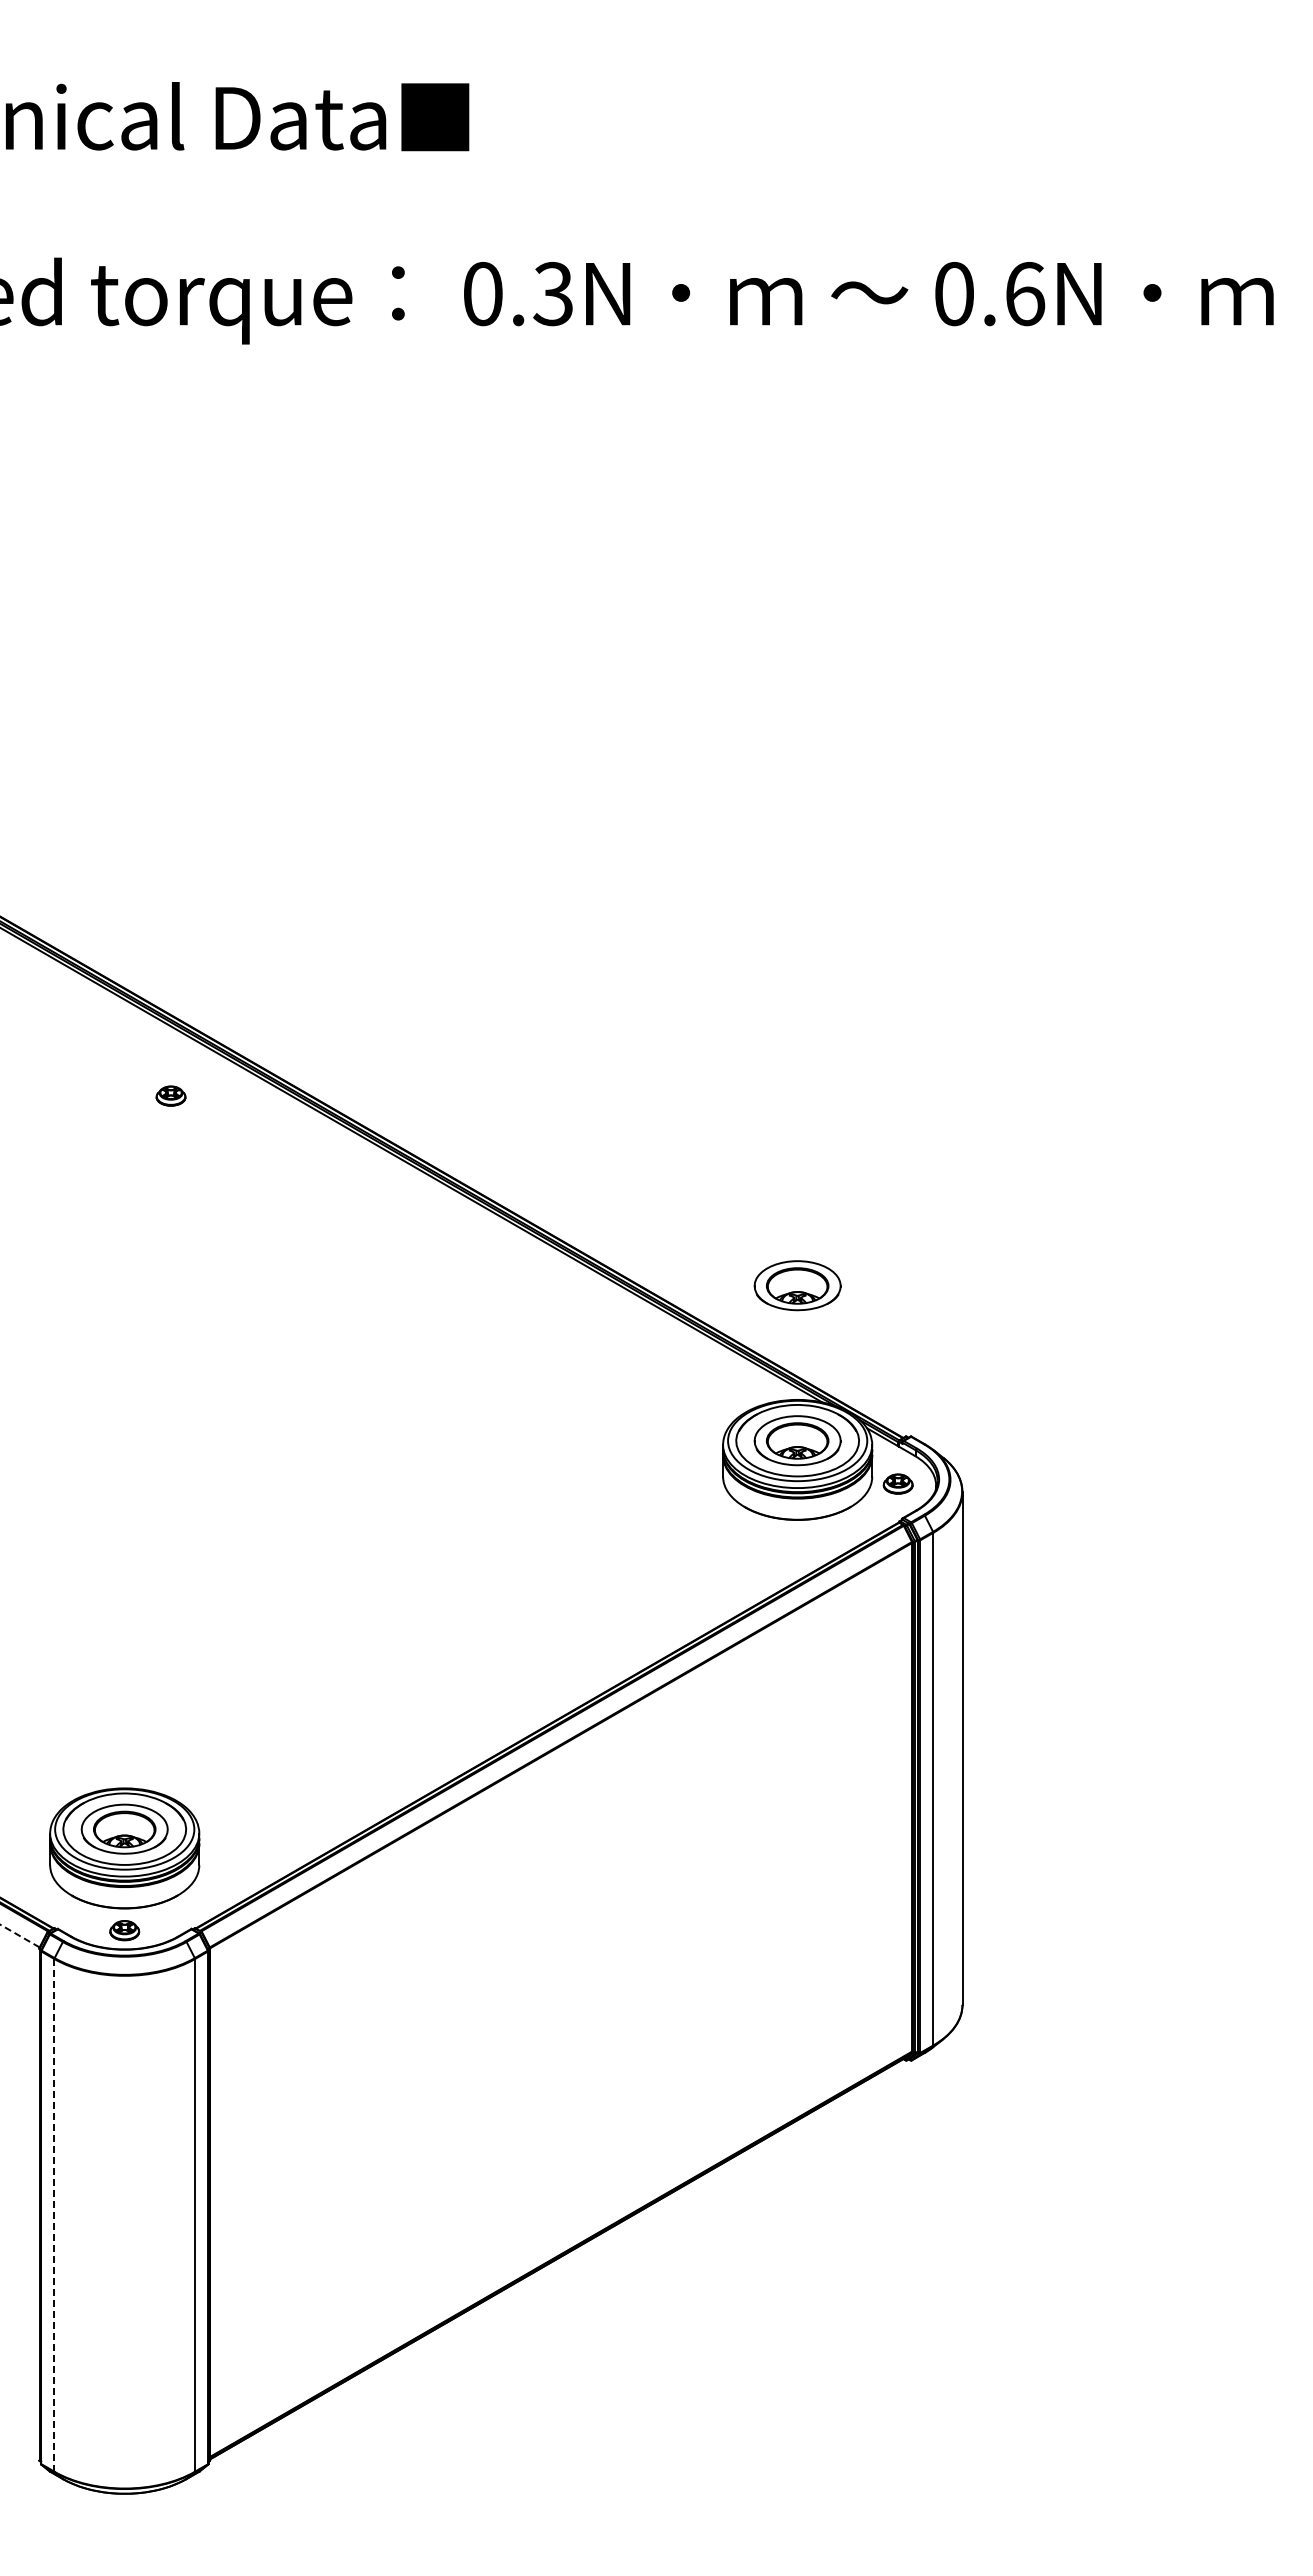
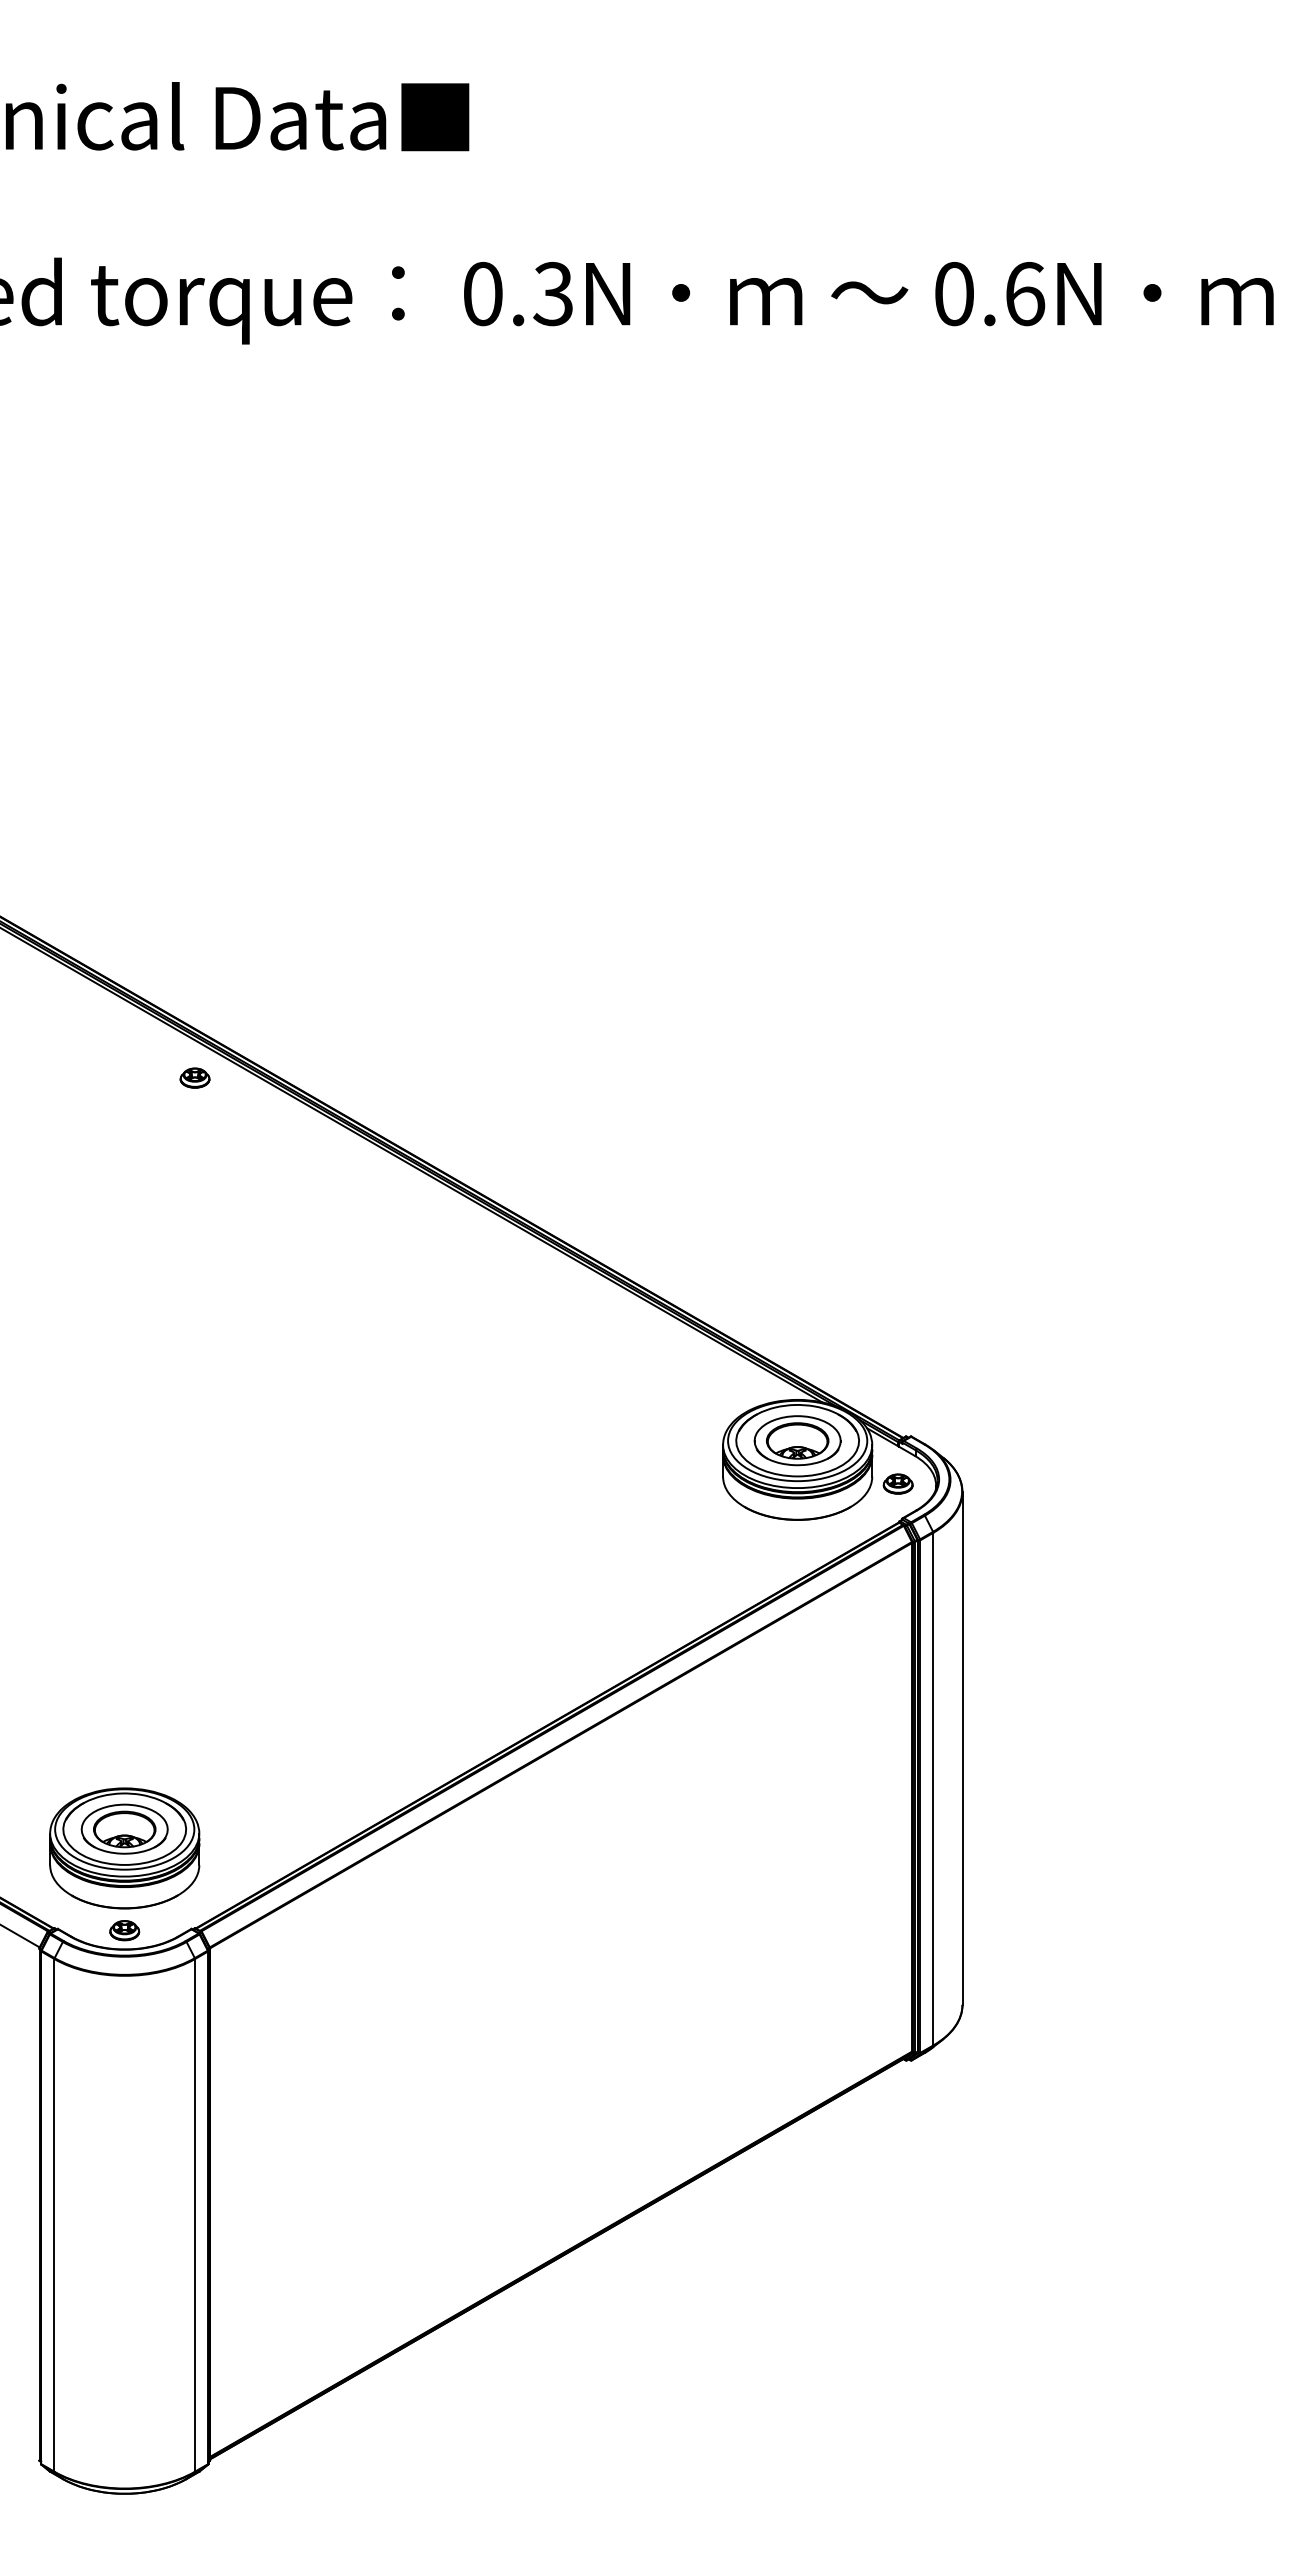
part at (170, 1095) position: (170, 1095) -> (194, 1077)
part at (797, 1285): present -> none
line at (19, 1935): dashed -> solid
line at (54, 2215): dashed -> solid
